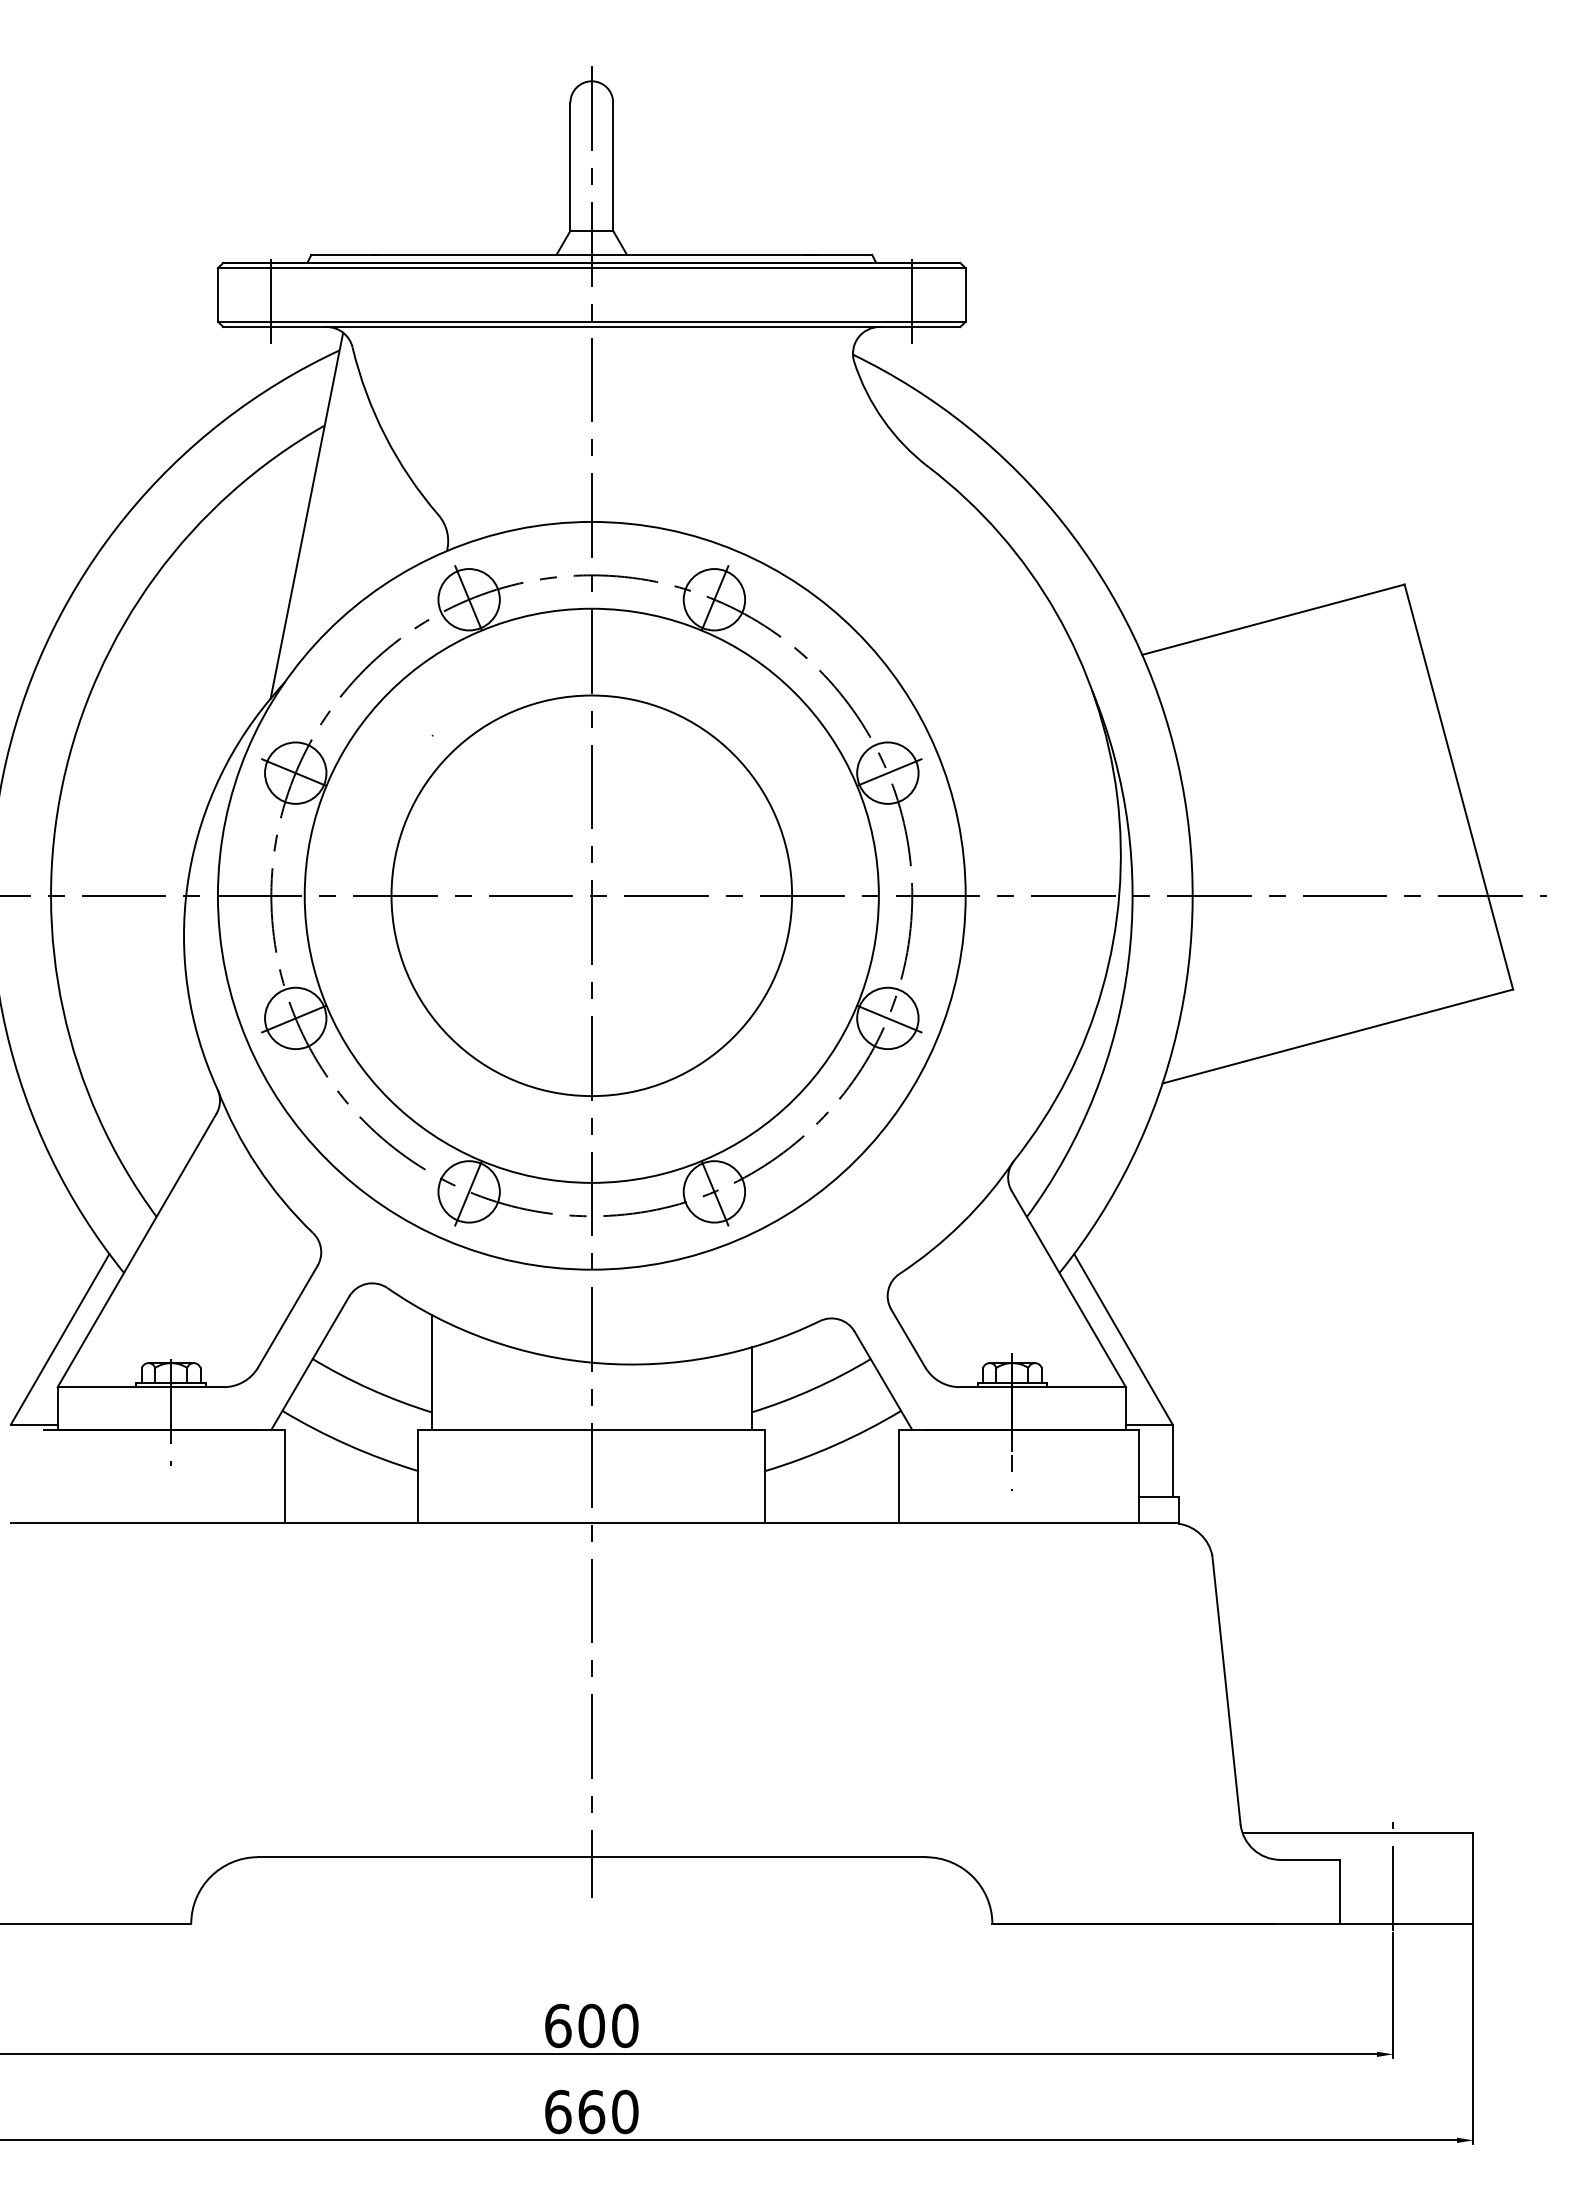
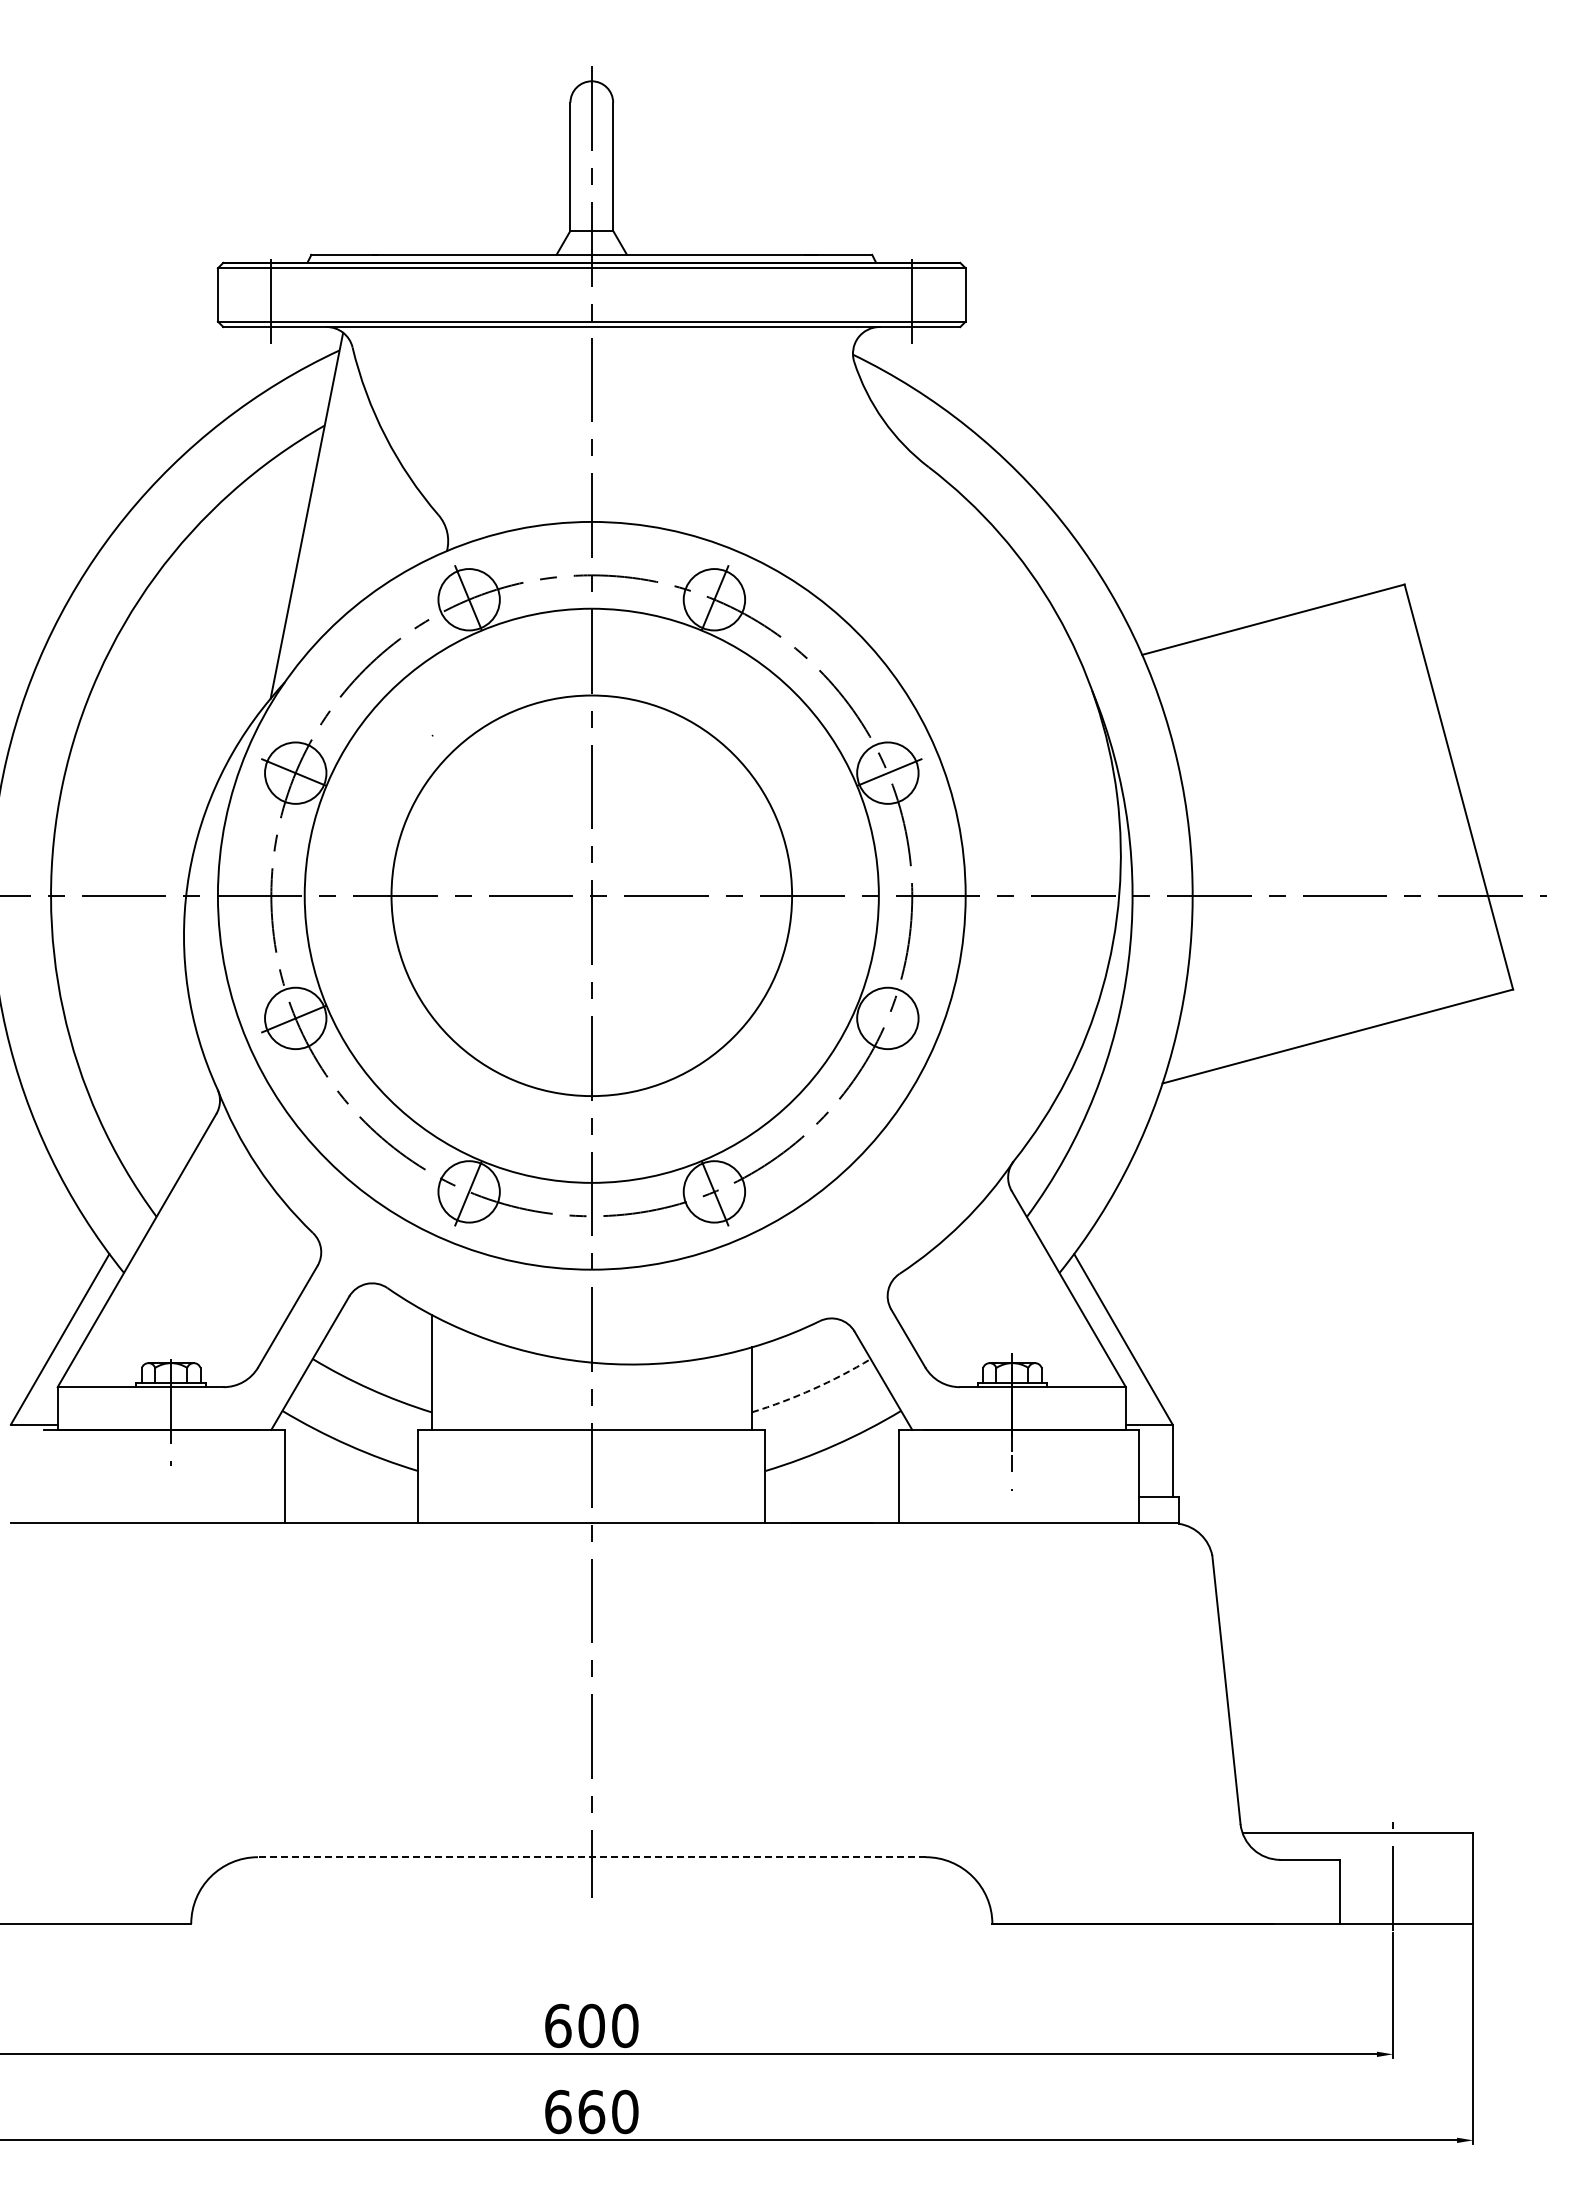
line at (889, 1018): present -> none
arc at (813, 1389): solid -> dashed
line at (591, 1857): solid -> dashed
